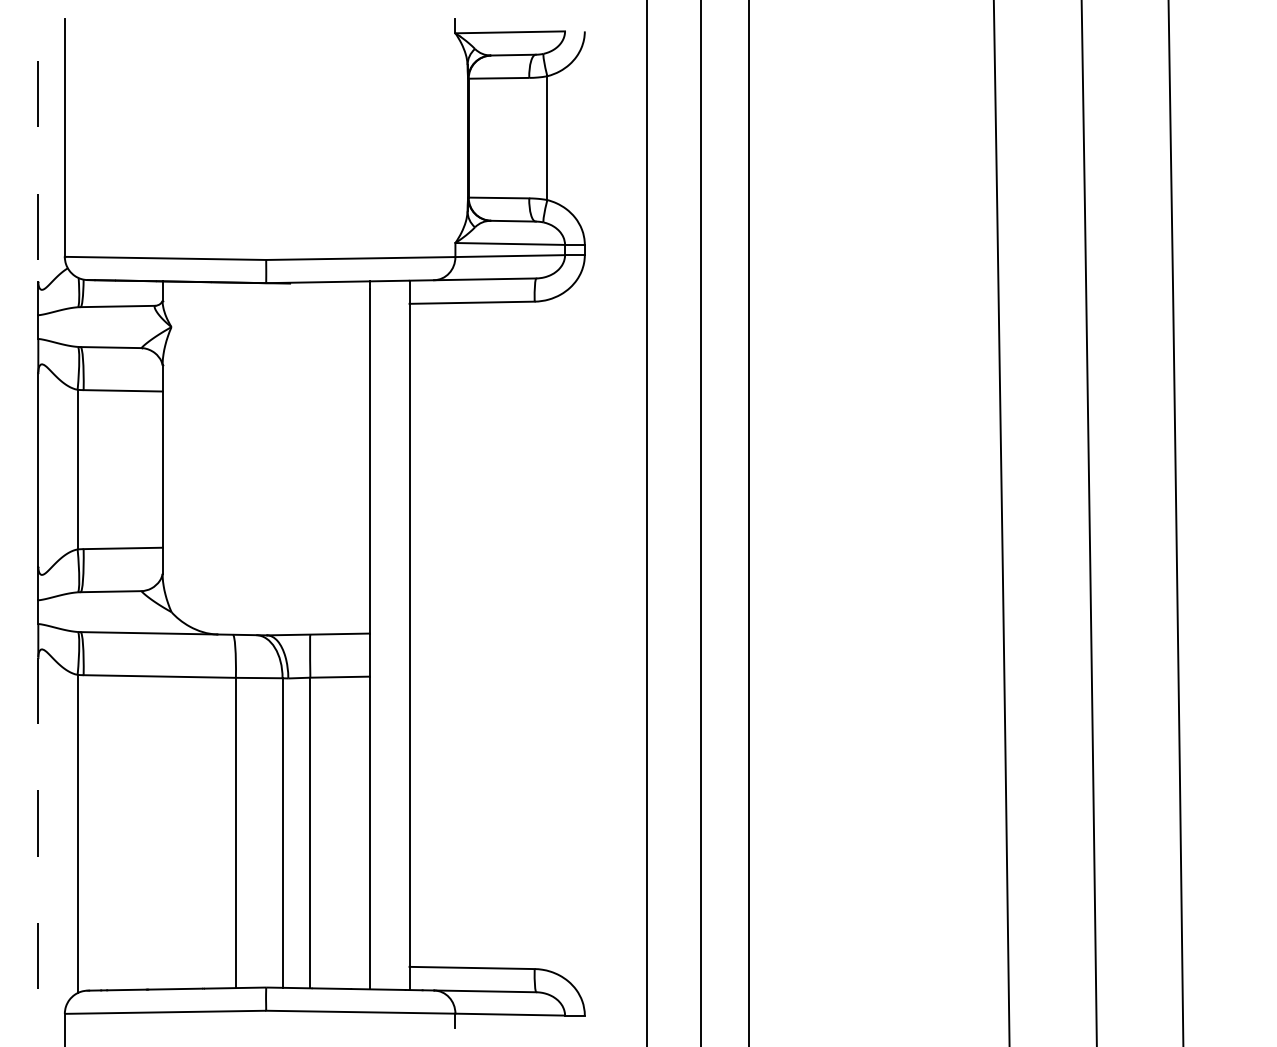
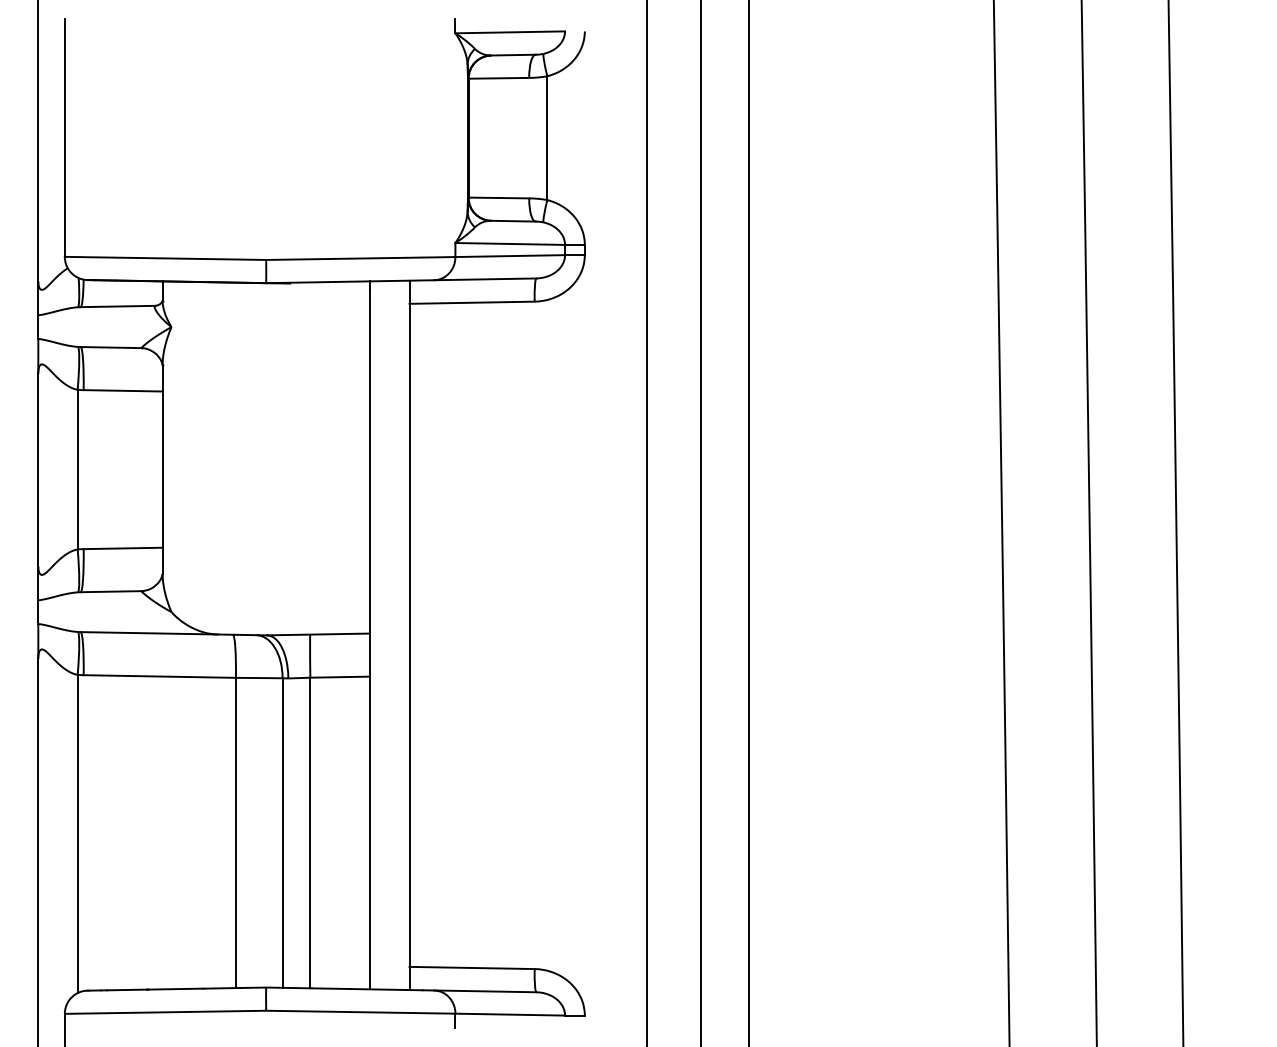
line at (38, 141): dashed -> solid
line at (38, 852): dashed -> solid
